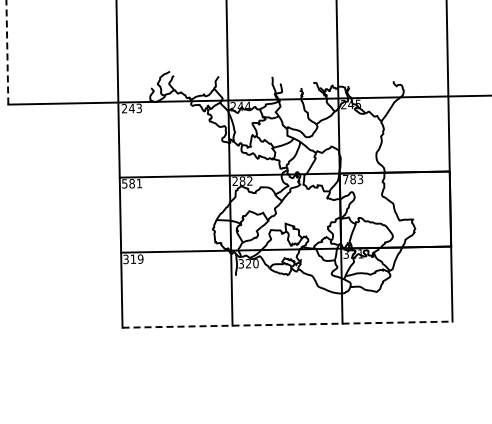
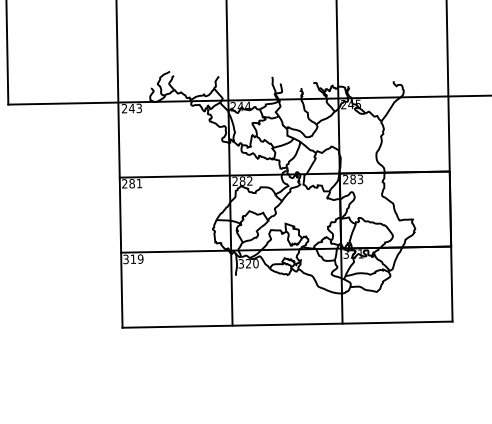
line at (7, 52): dashed -> solid
text at (345, 179): 783 -> 283
text at (124, 183): 581 -> 281
line at (288, 324): dashed -> solid
